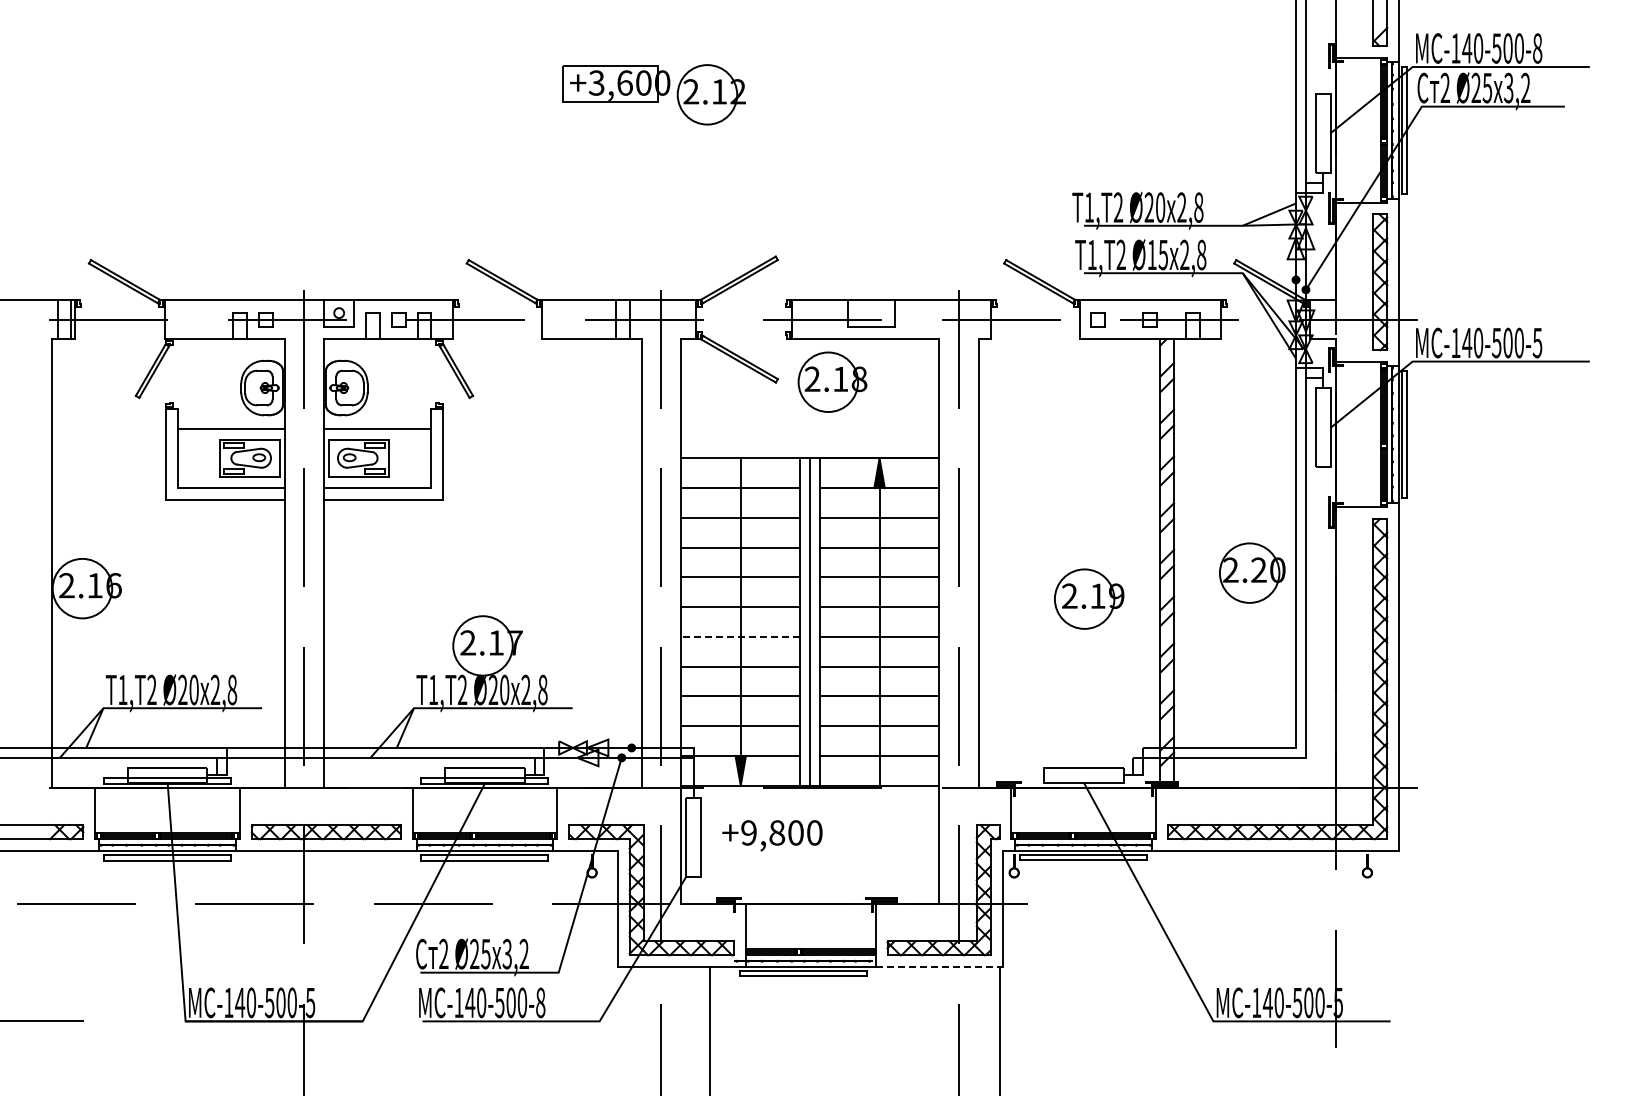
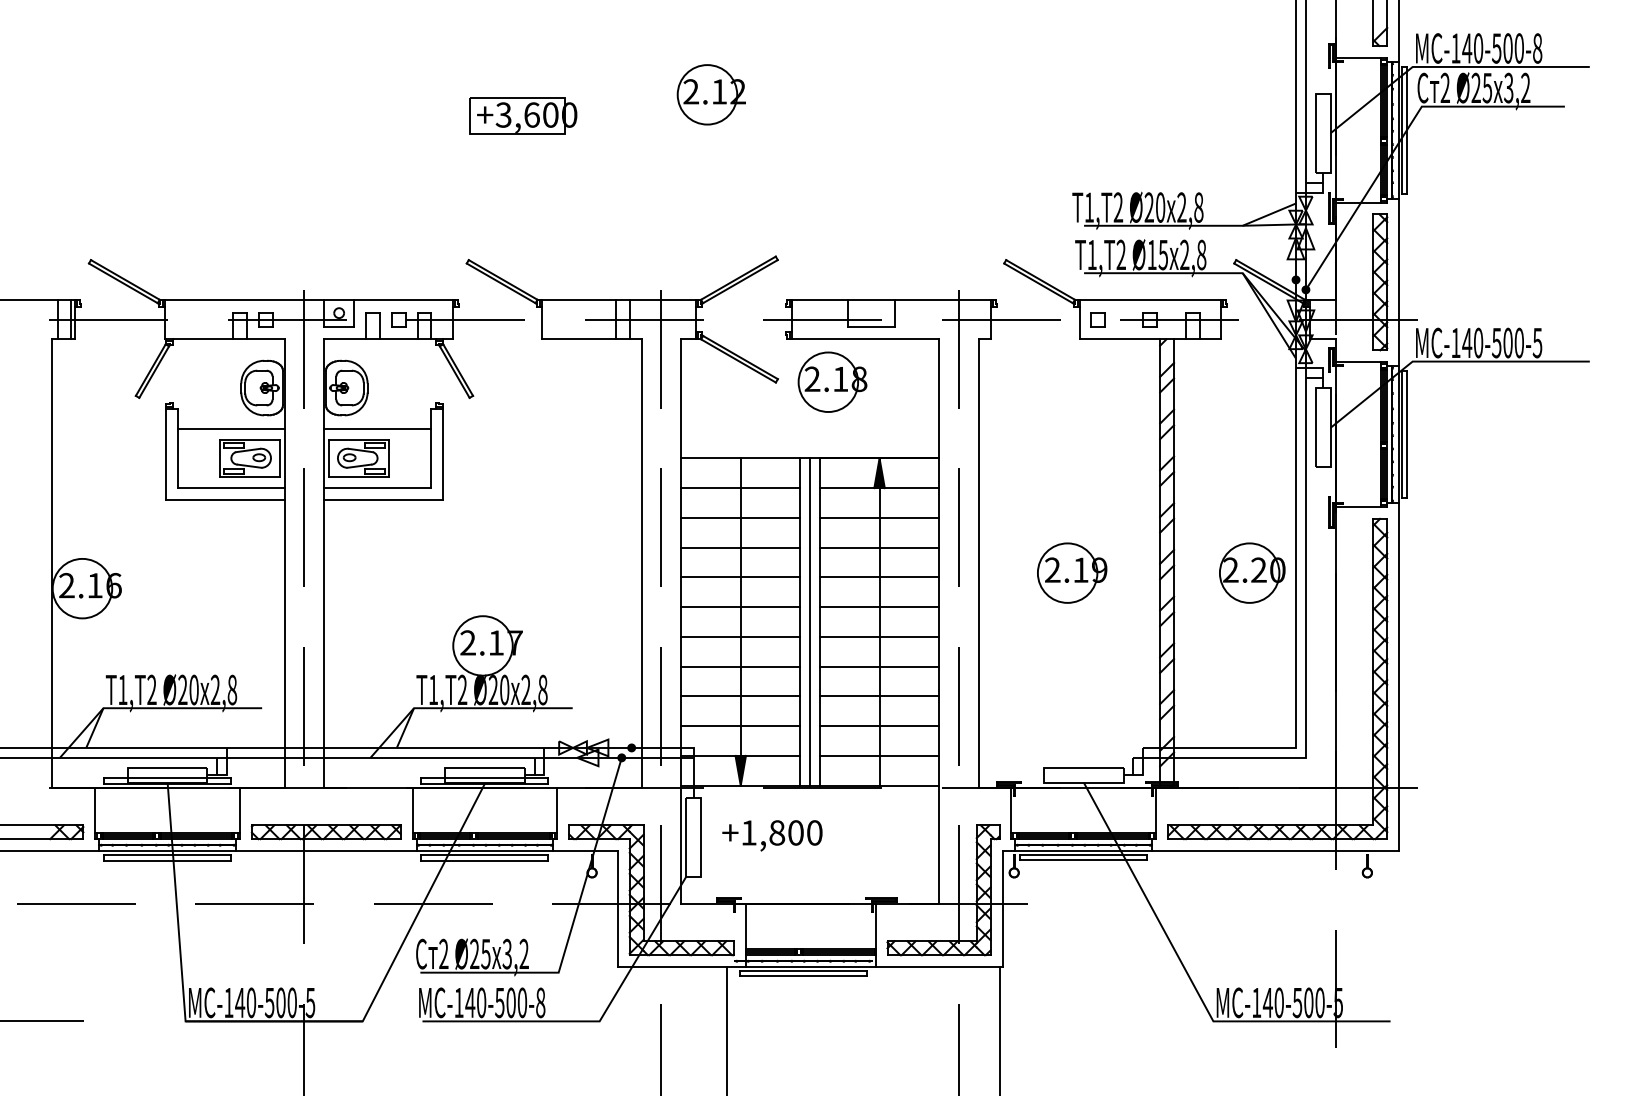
part at (616, 83) position: (616, 83) -> (523, 115)
part at (1089, 598) position: (1089, 598) -> (1072, 572)
line at (740, 636): dashed -> solid
text at (748, 832): +9,800 -> +1,800
line at (939, 967): dashed -> solid
line at (710, 1029) position: (710, 1029) -> (727, 1029)
